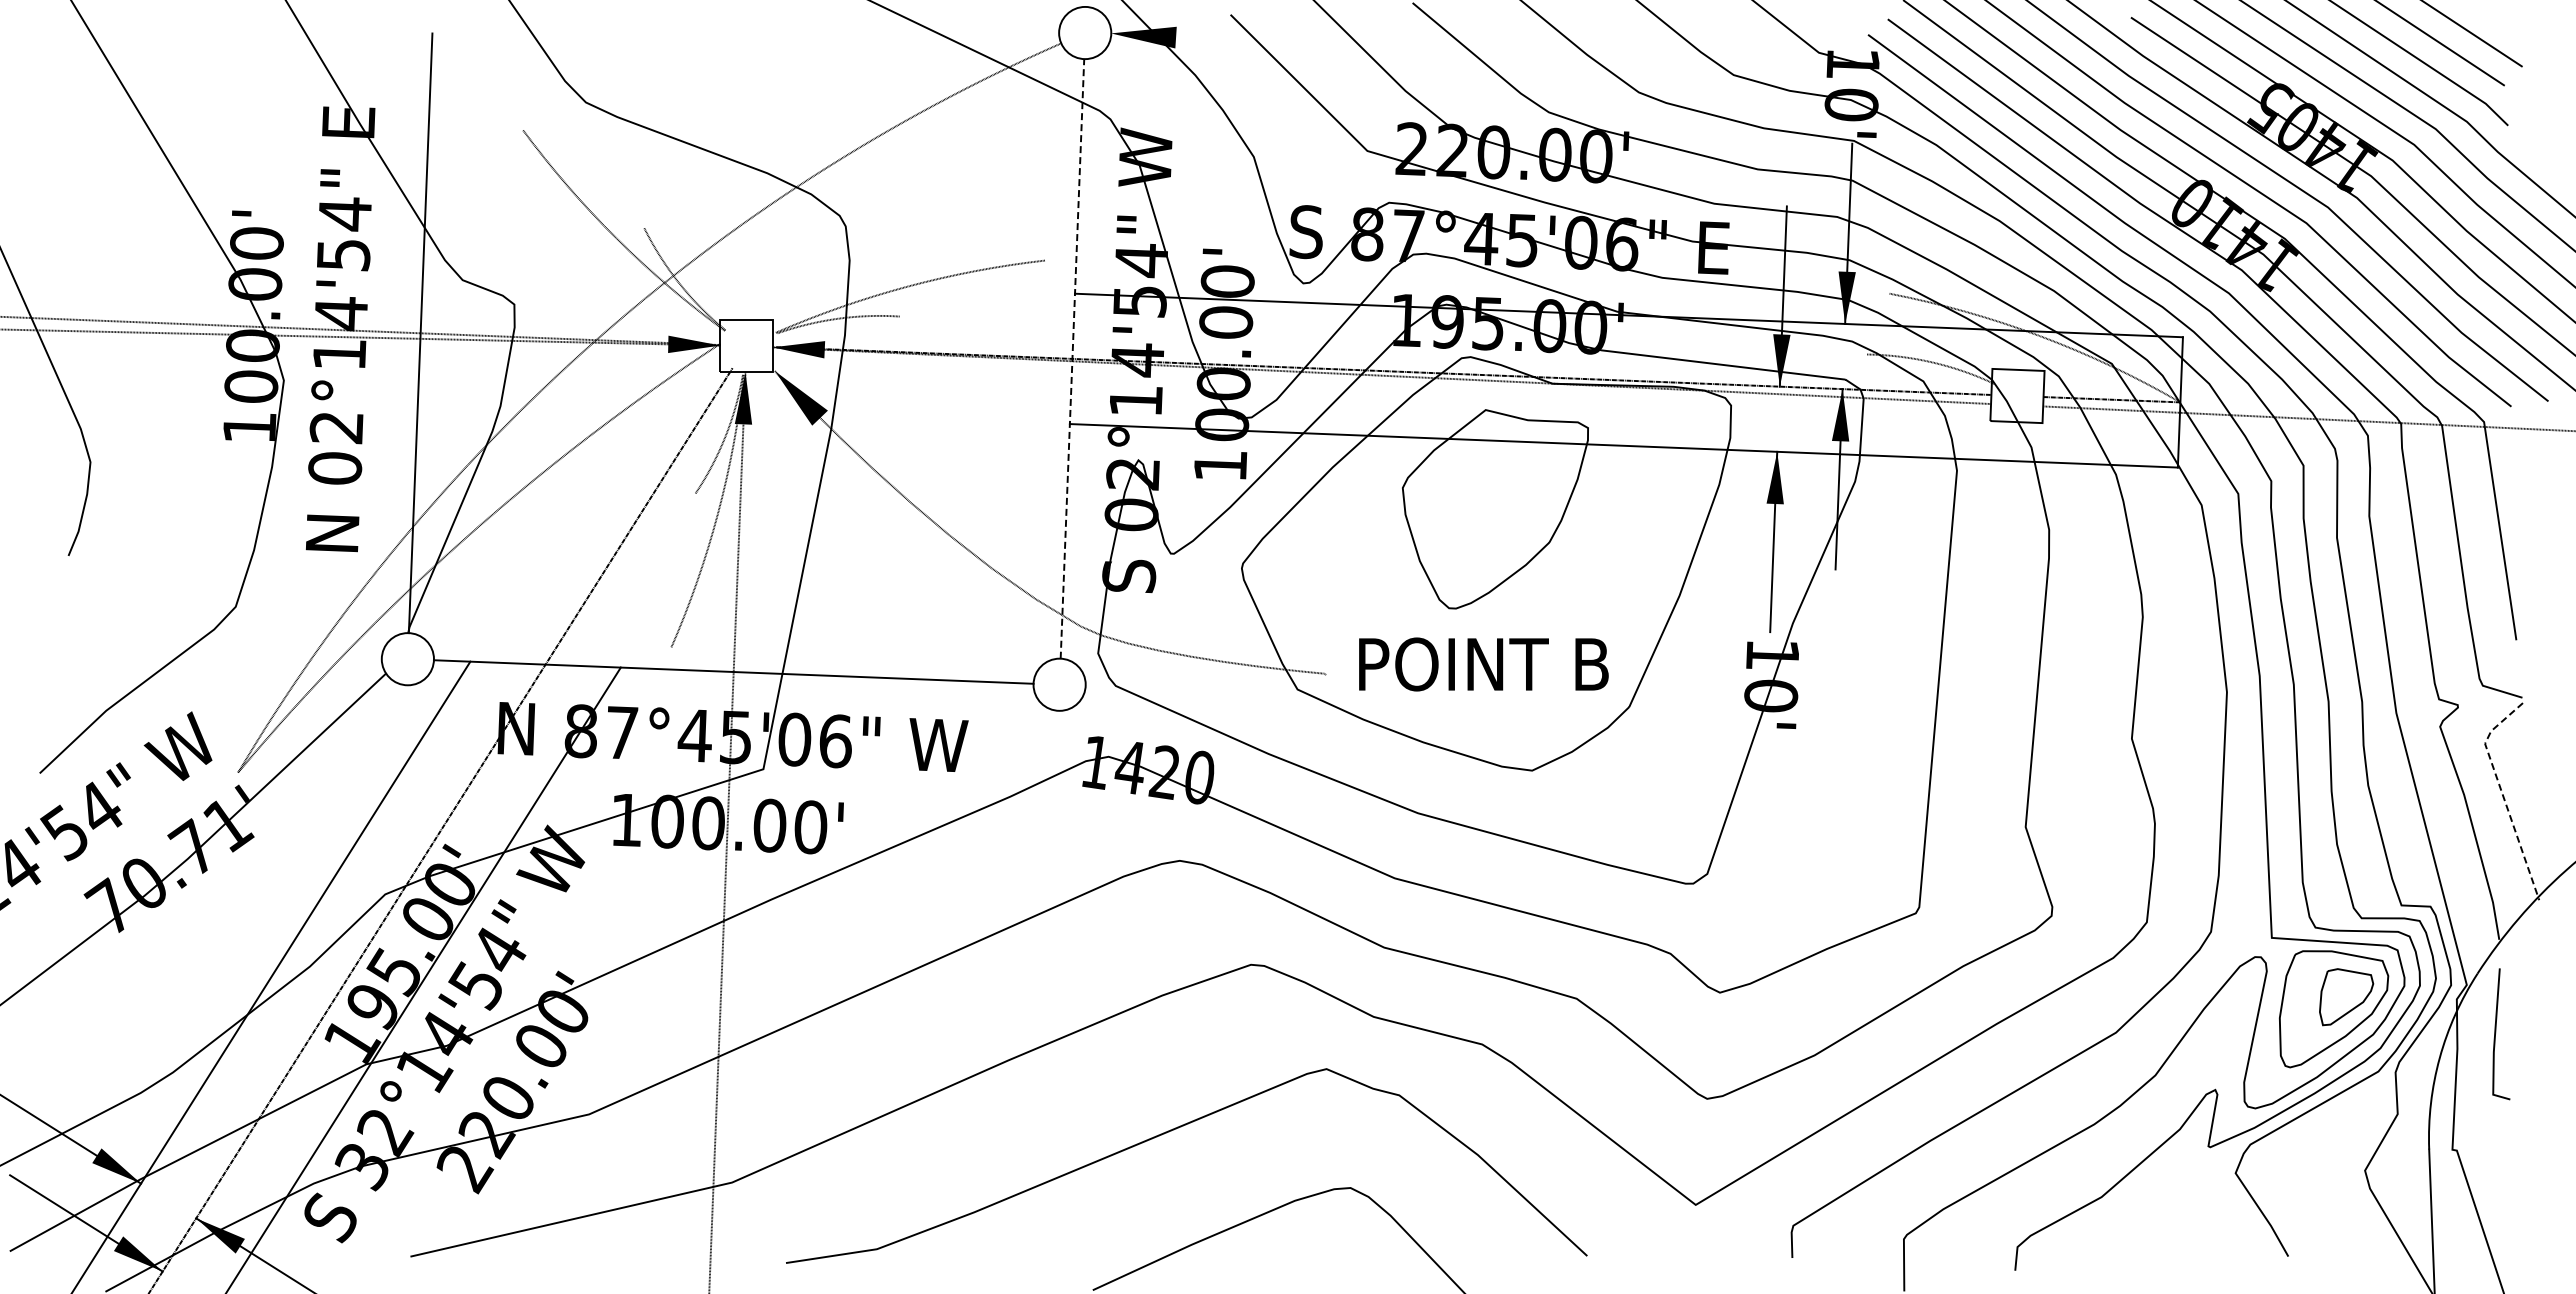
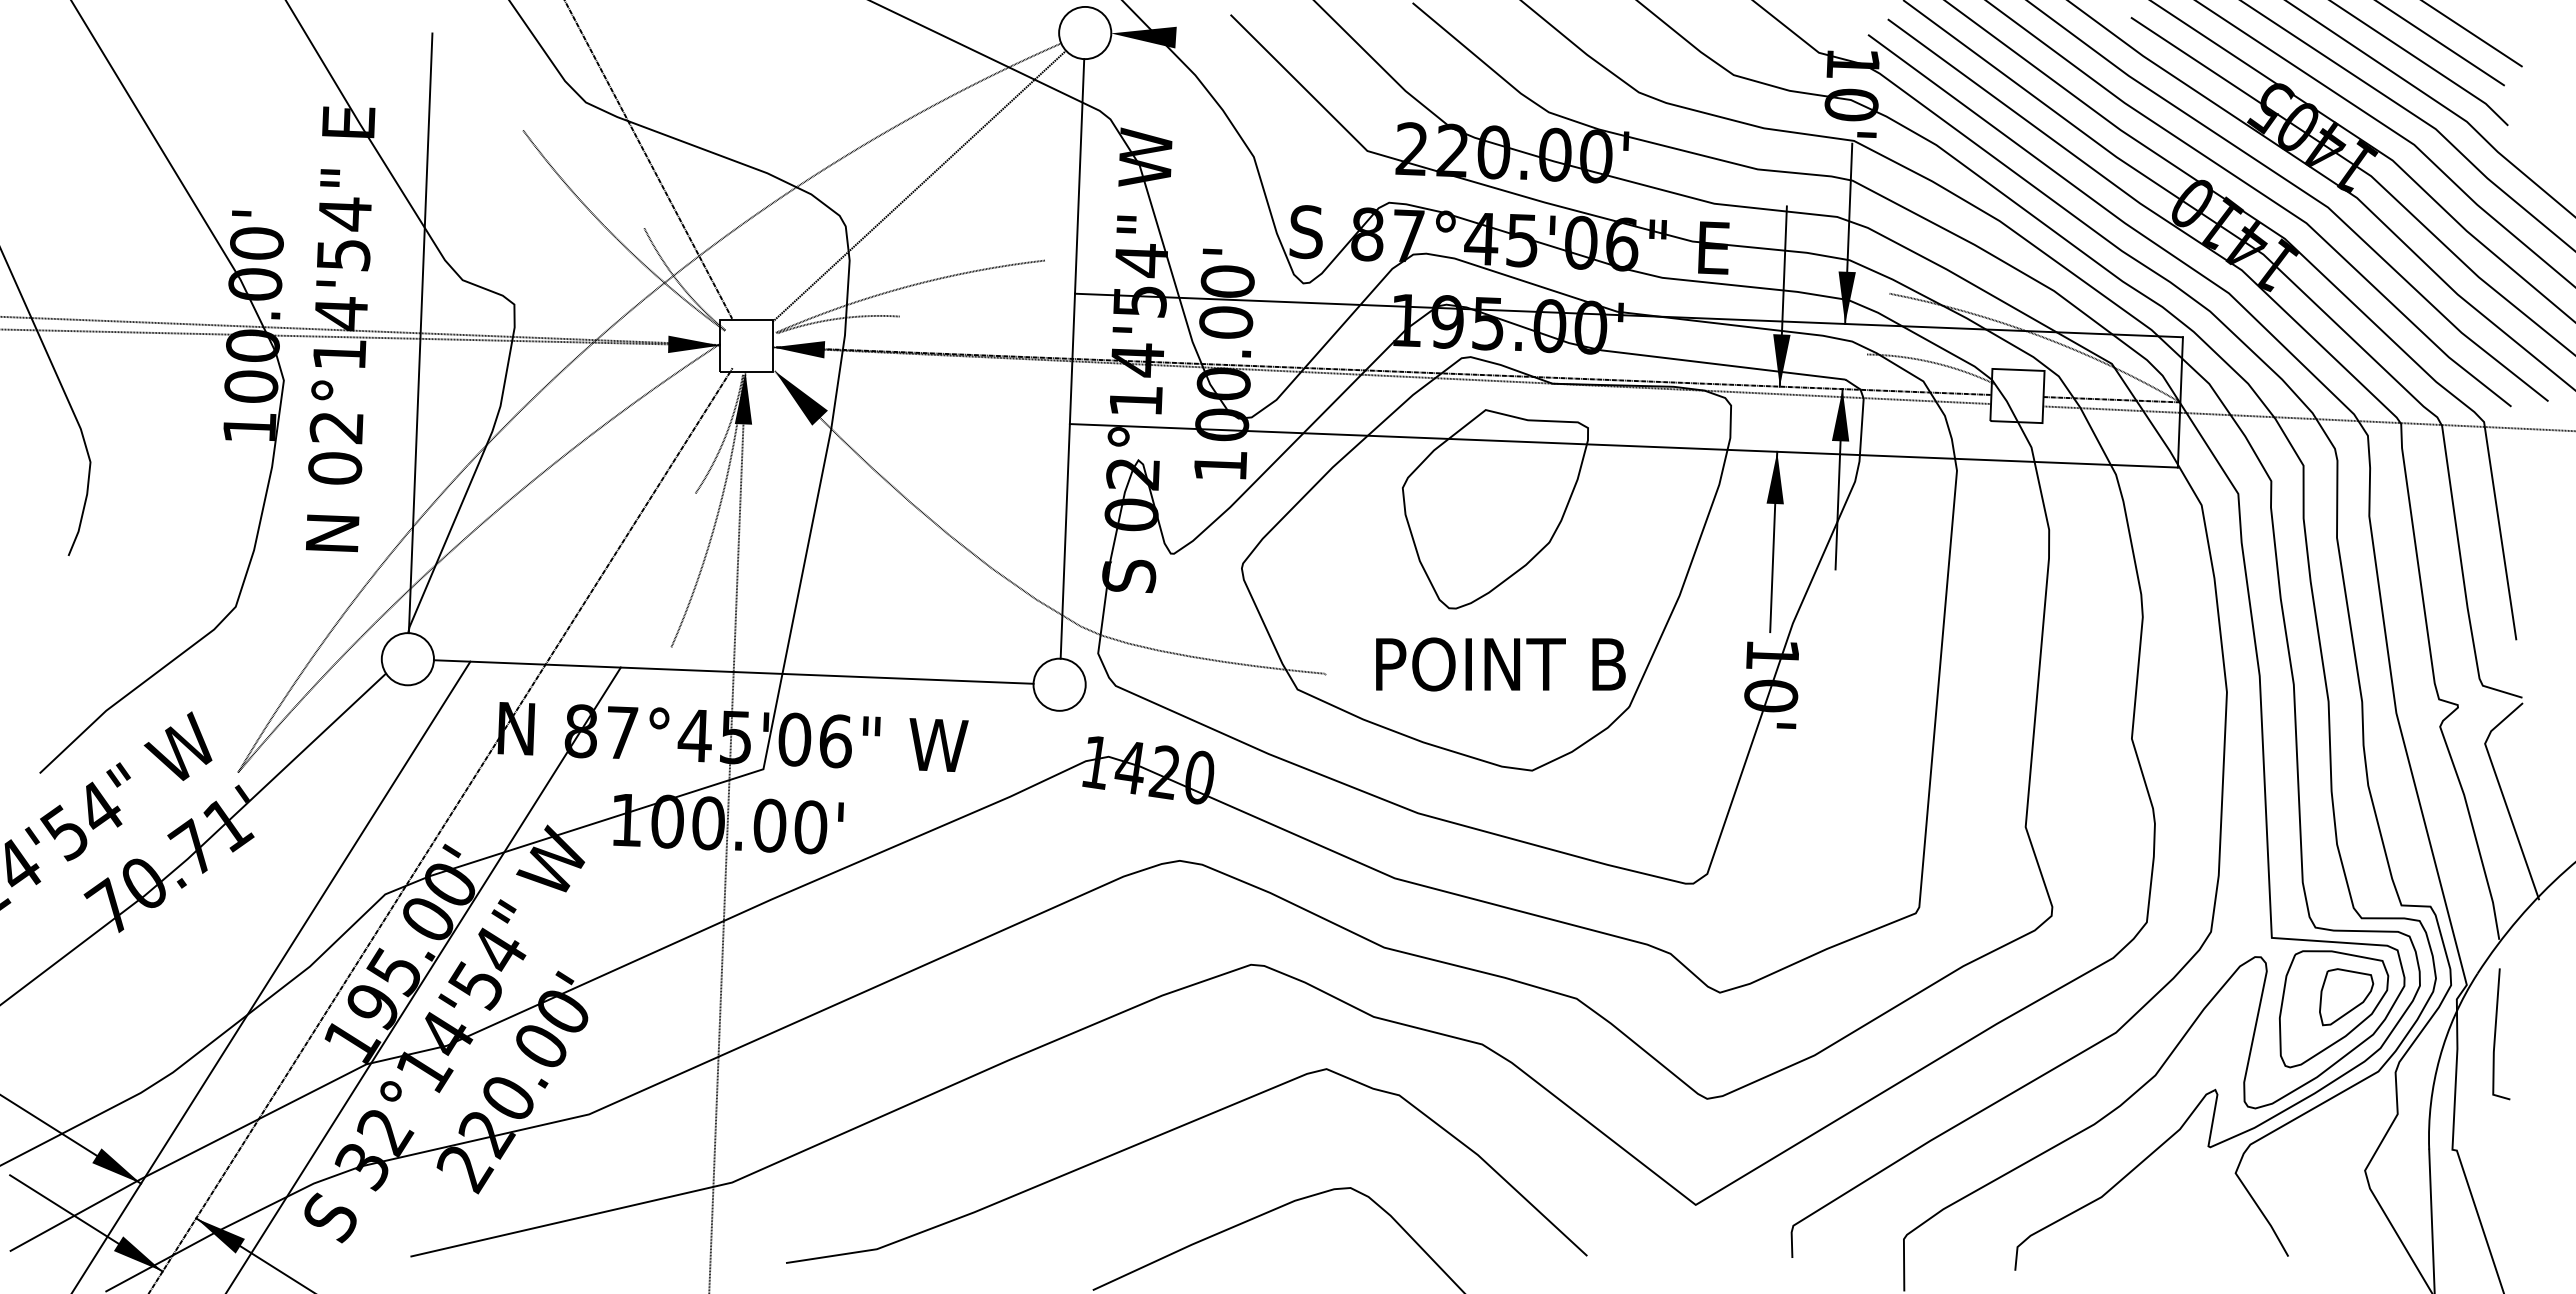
line at (648, 160): none -> present
line at (919, 185): none -> present
line at (1072, 358): dashed -> solid
text at (1483, 664) position: (1483, 664) -> (1500, 664)
line at (2502, 794): dashed -> solid
